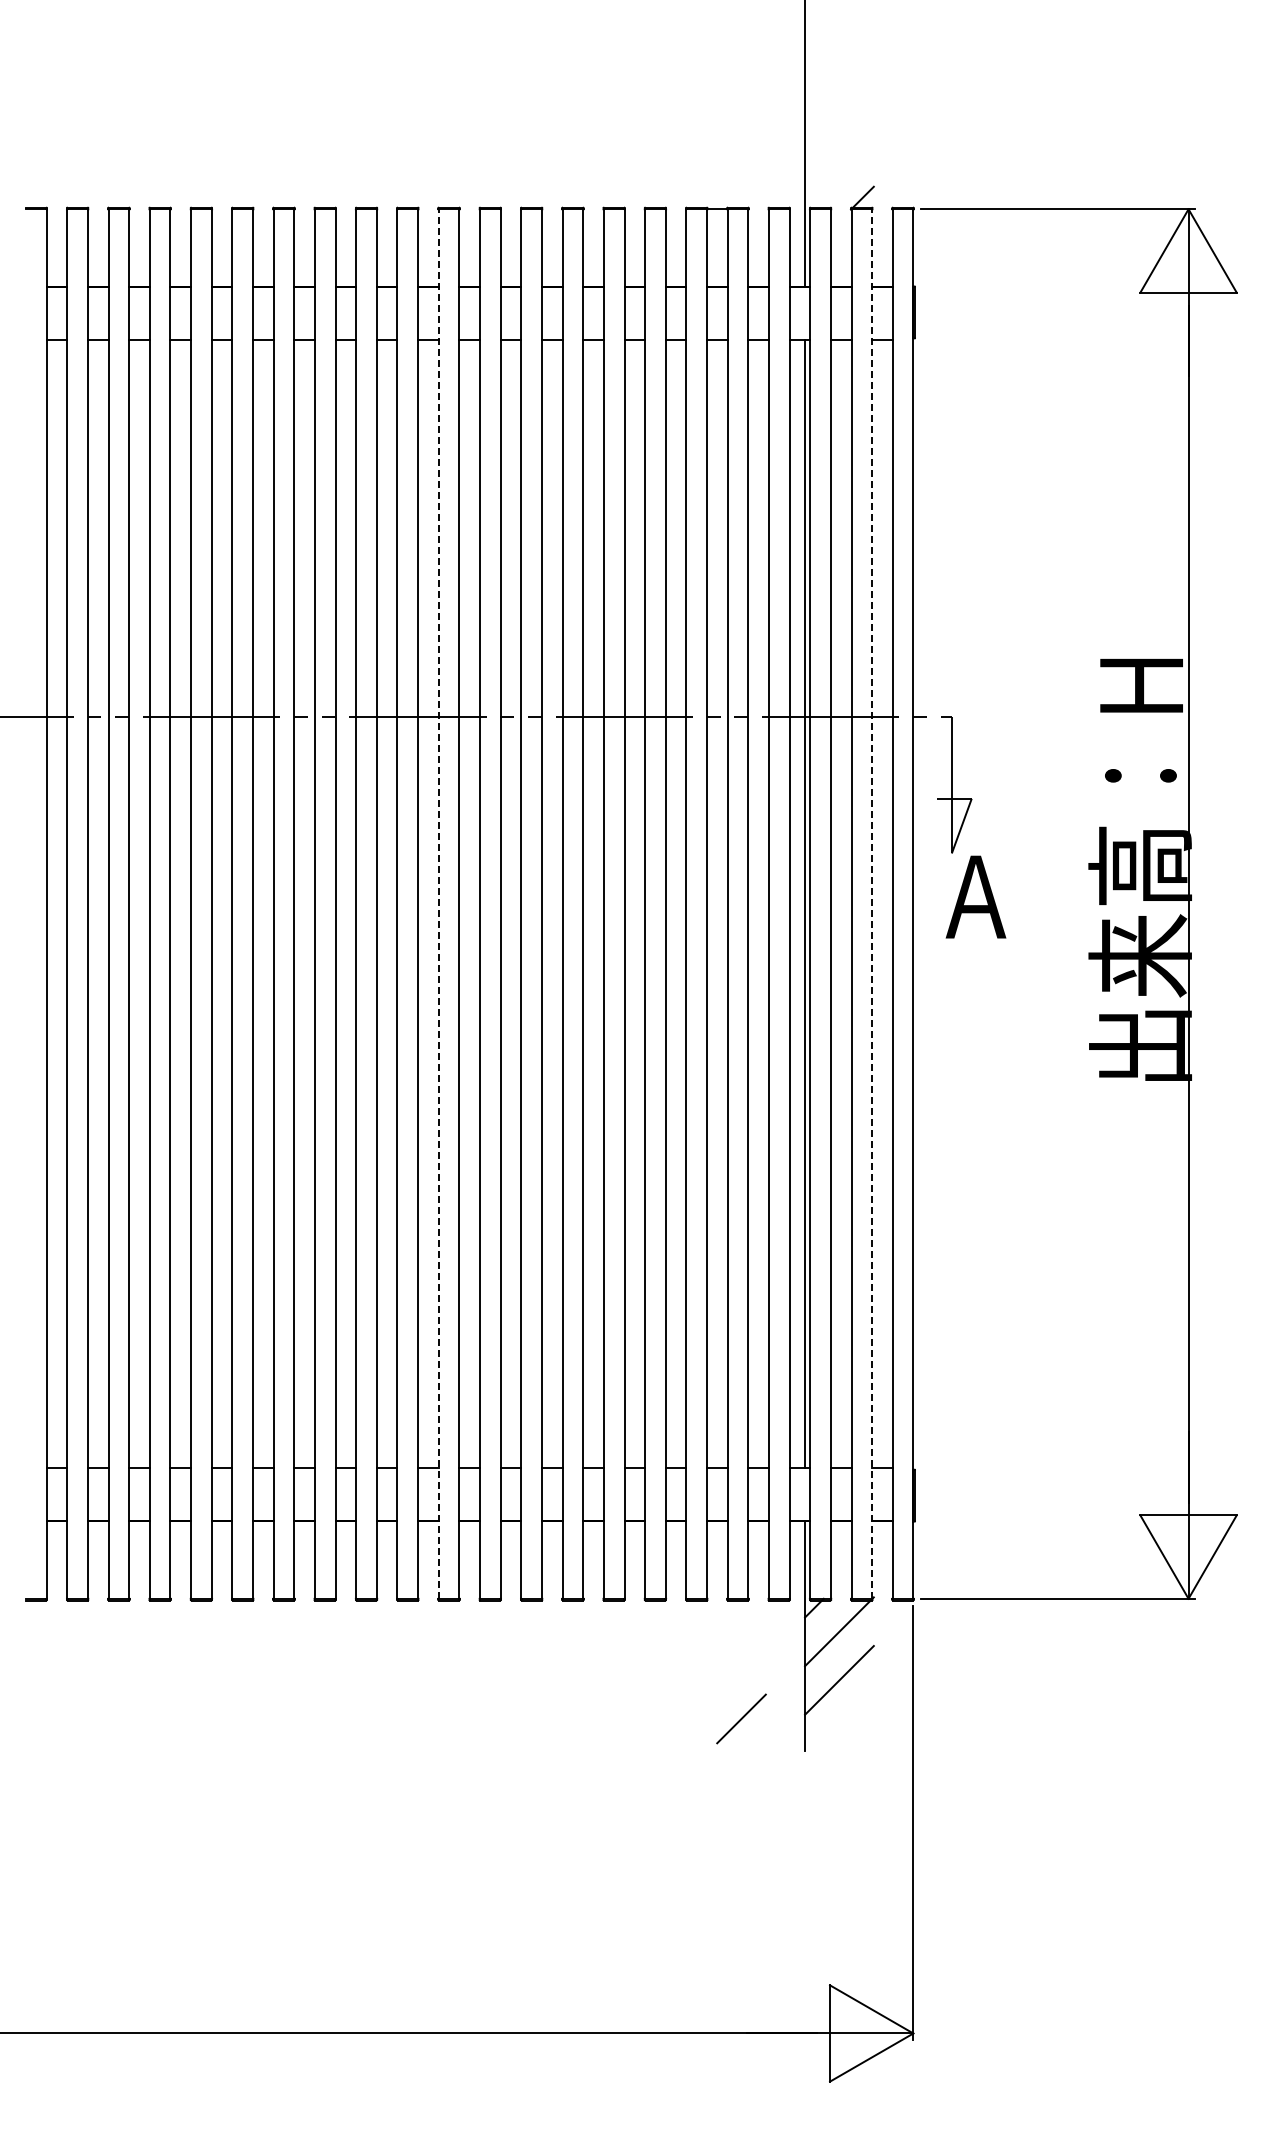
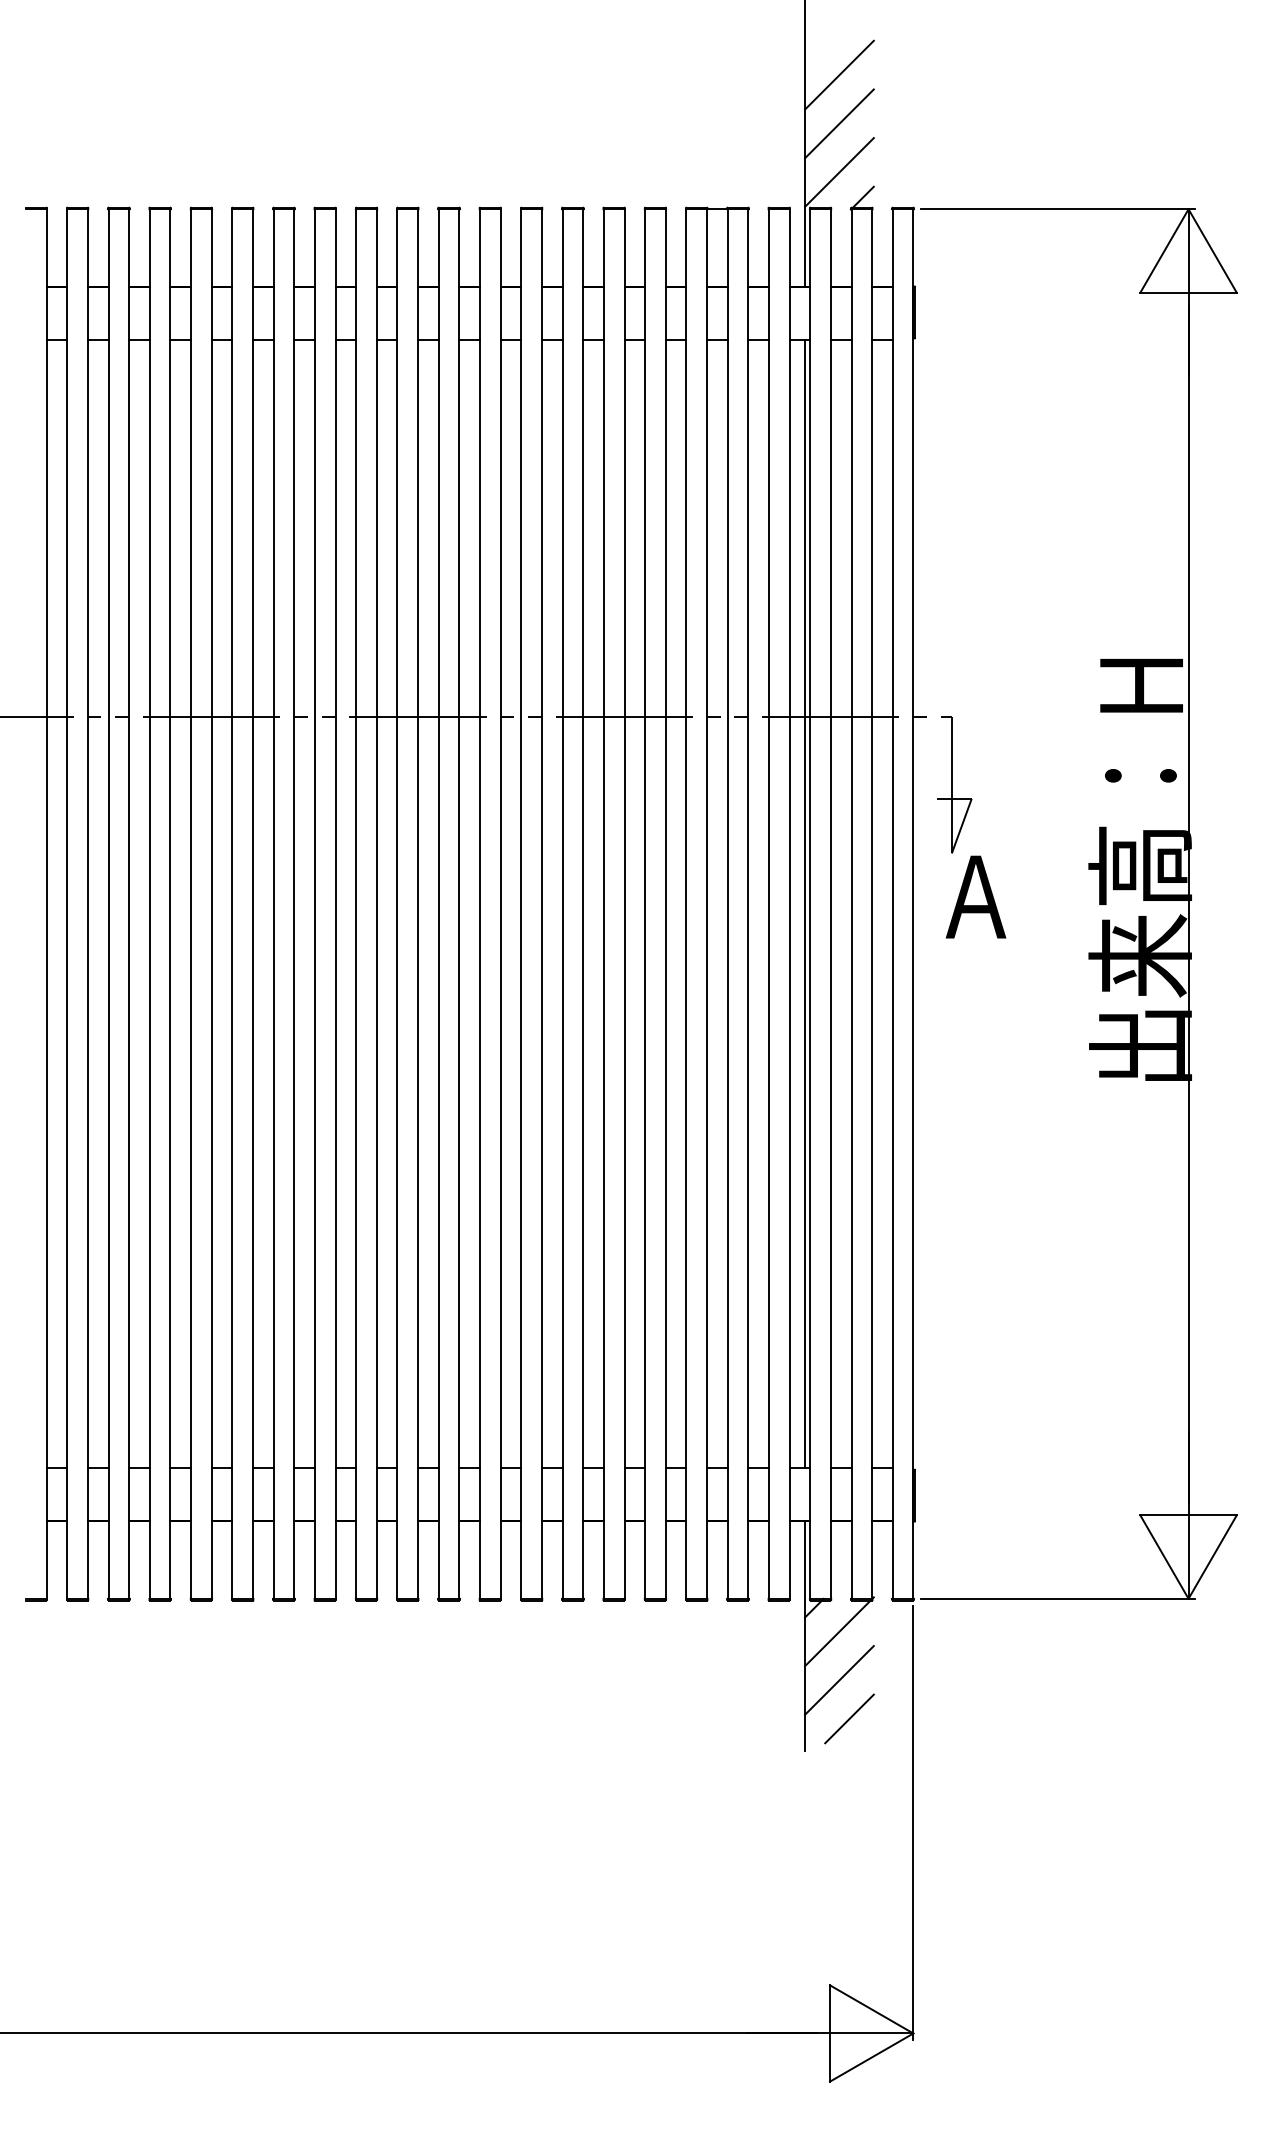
line at (839, 74): none -> present
line at (839, 123): none -> present
line at (839, 172): none -> present
line at (438, 904): dashed -> solid
line at (872, 904): dashed -> solid
line at (741, 1718) position: (741, 1718) -> (849, 1718)
